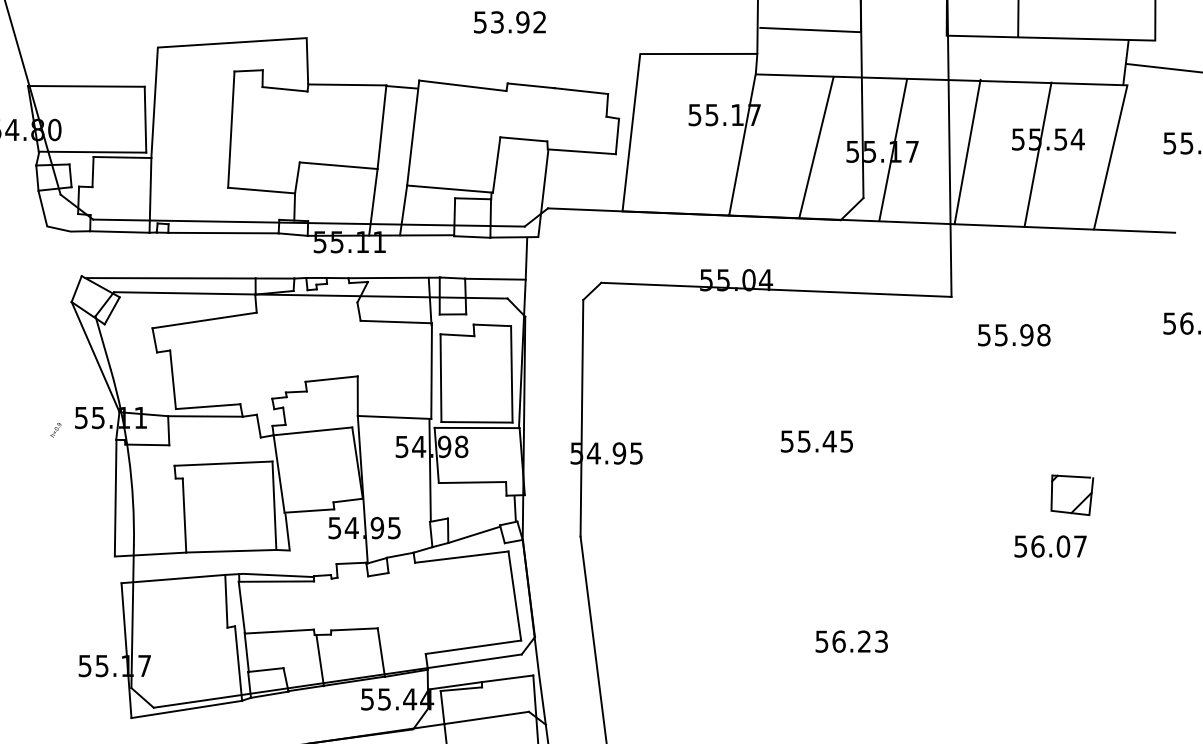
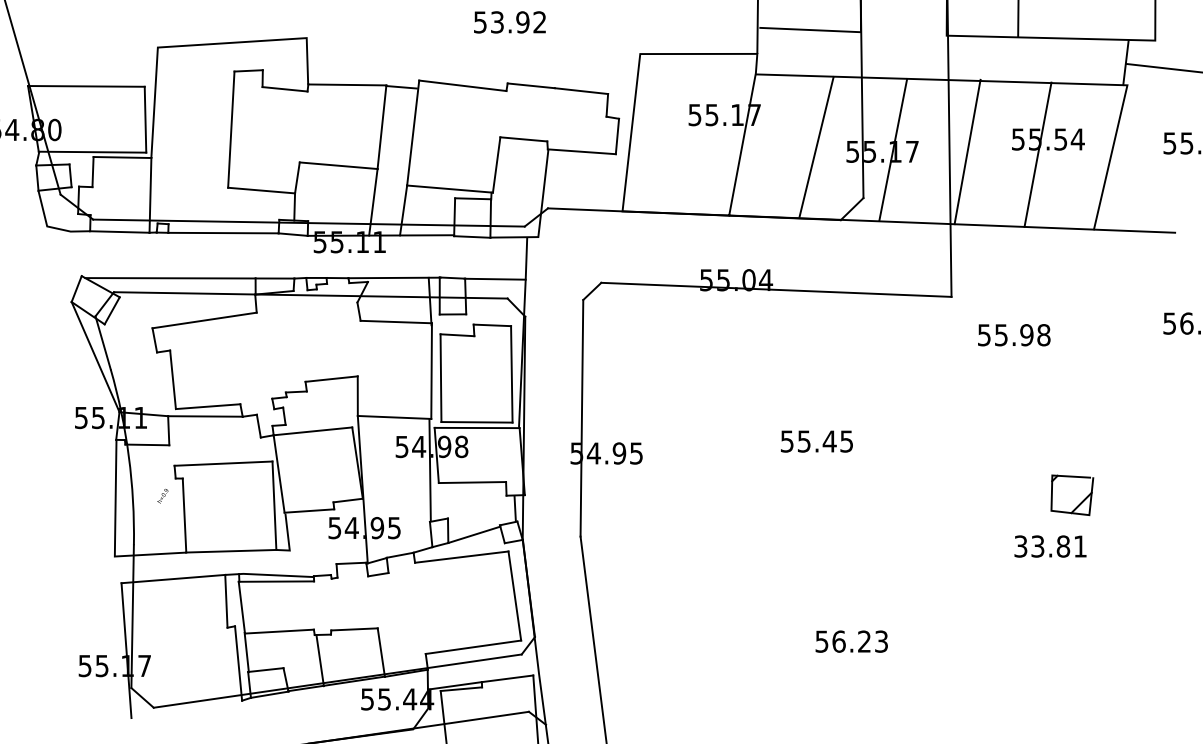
text at (55, 430) position: (55, 430) -> (162, 496)
text at (1050, 546): 56.07 -> 33.81
line at (186, 709): present -> none
